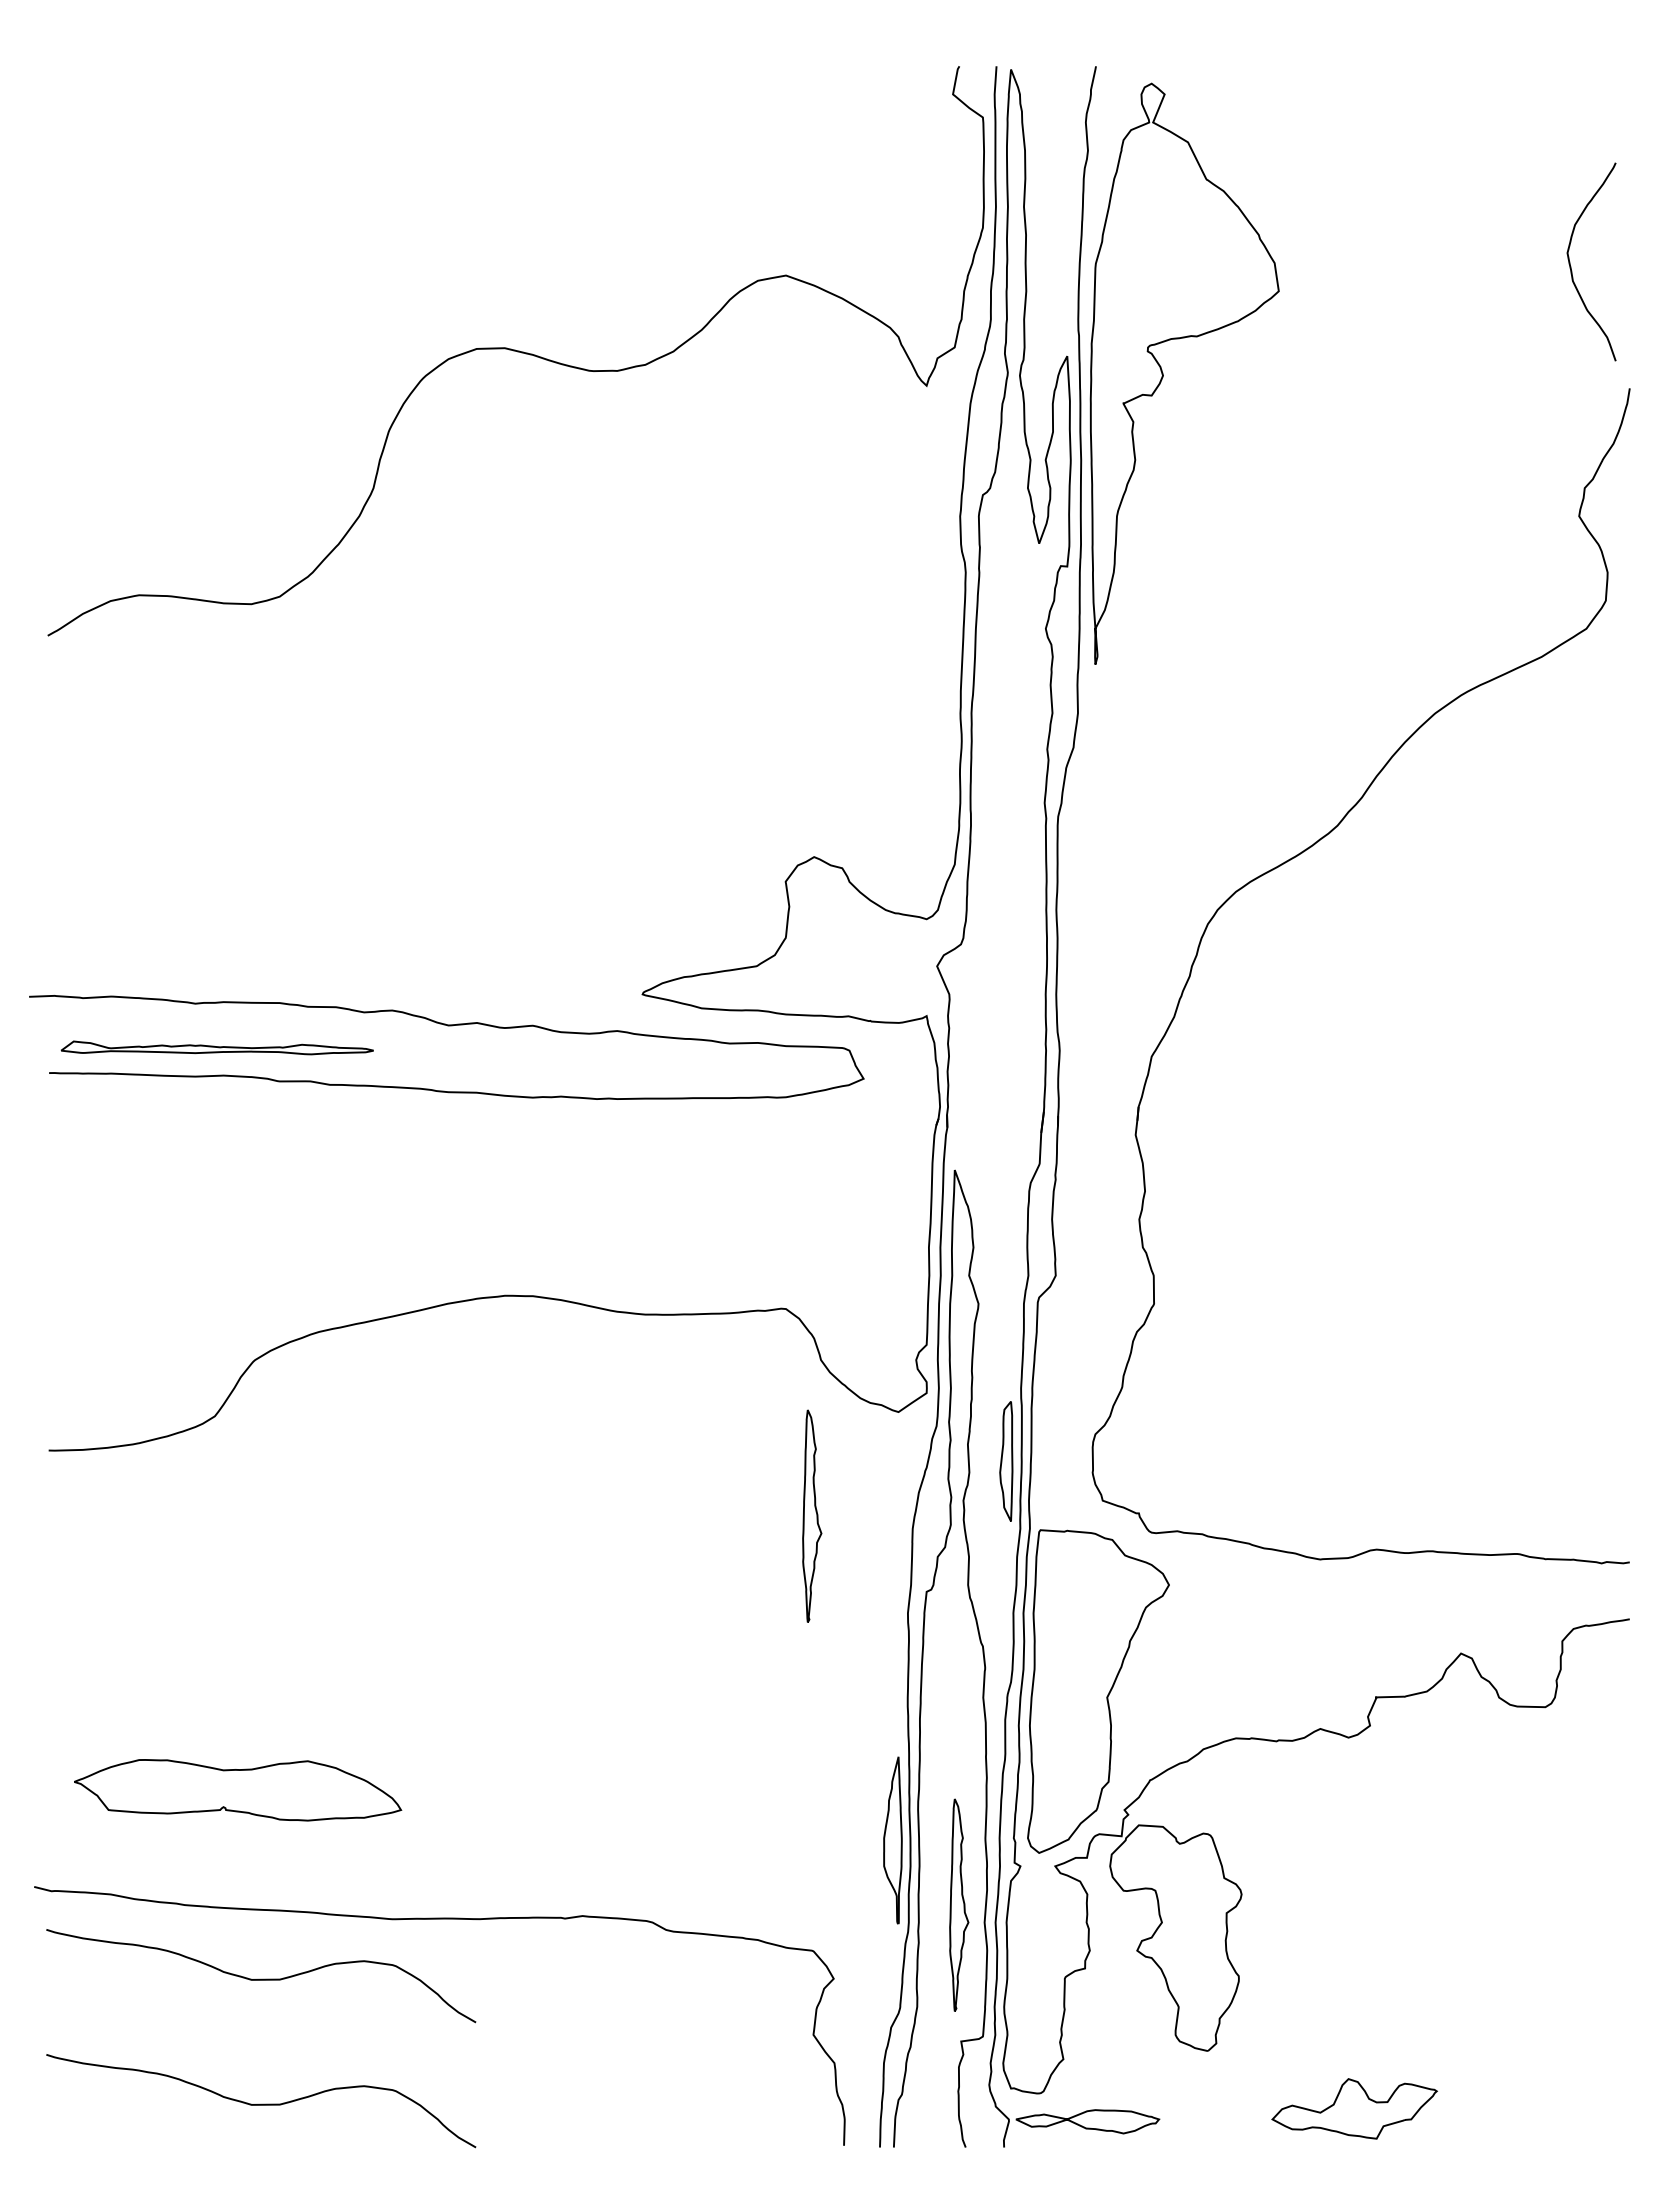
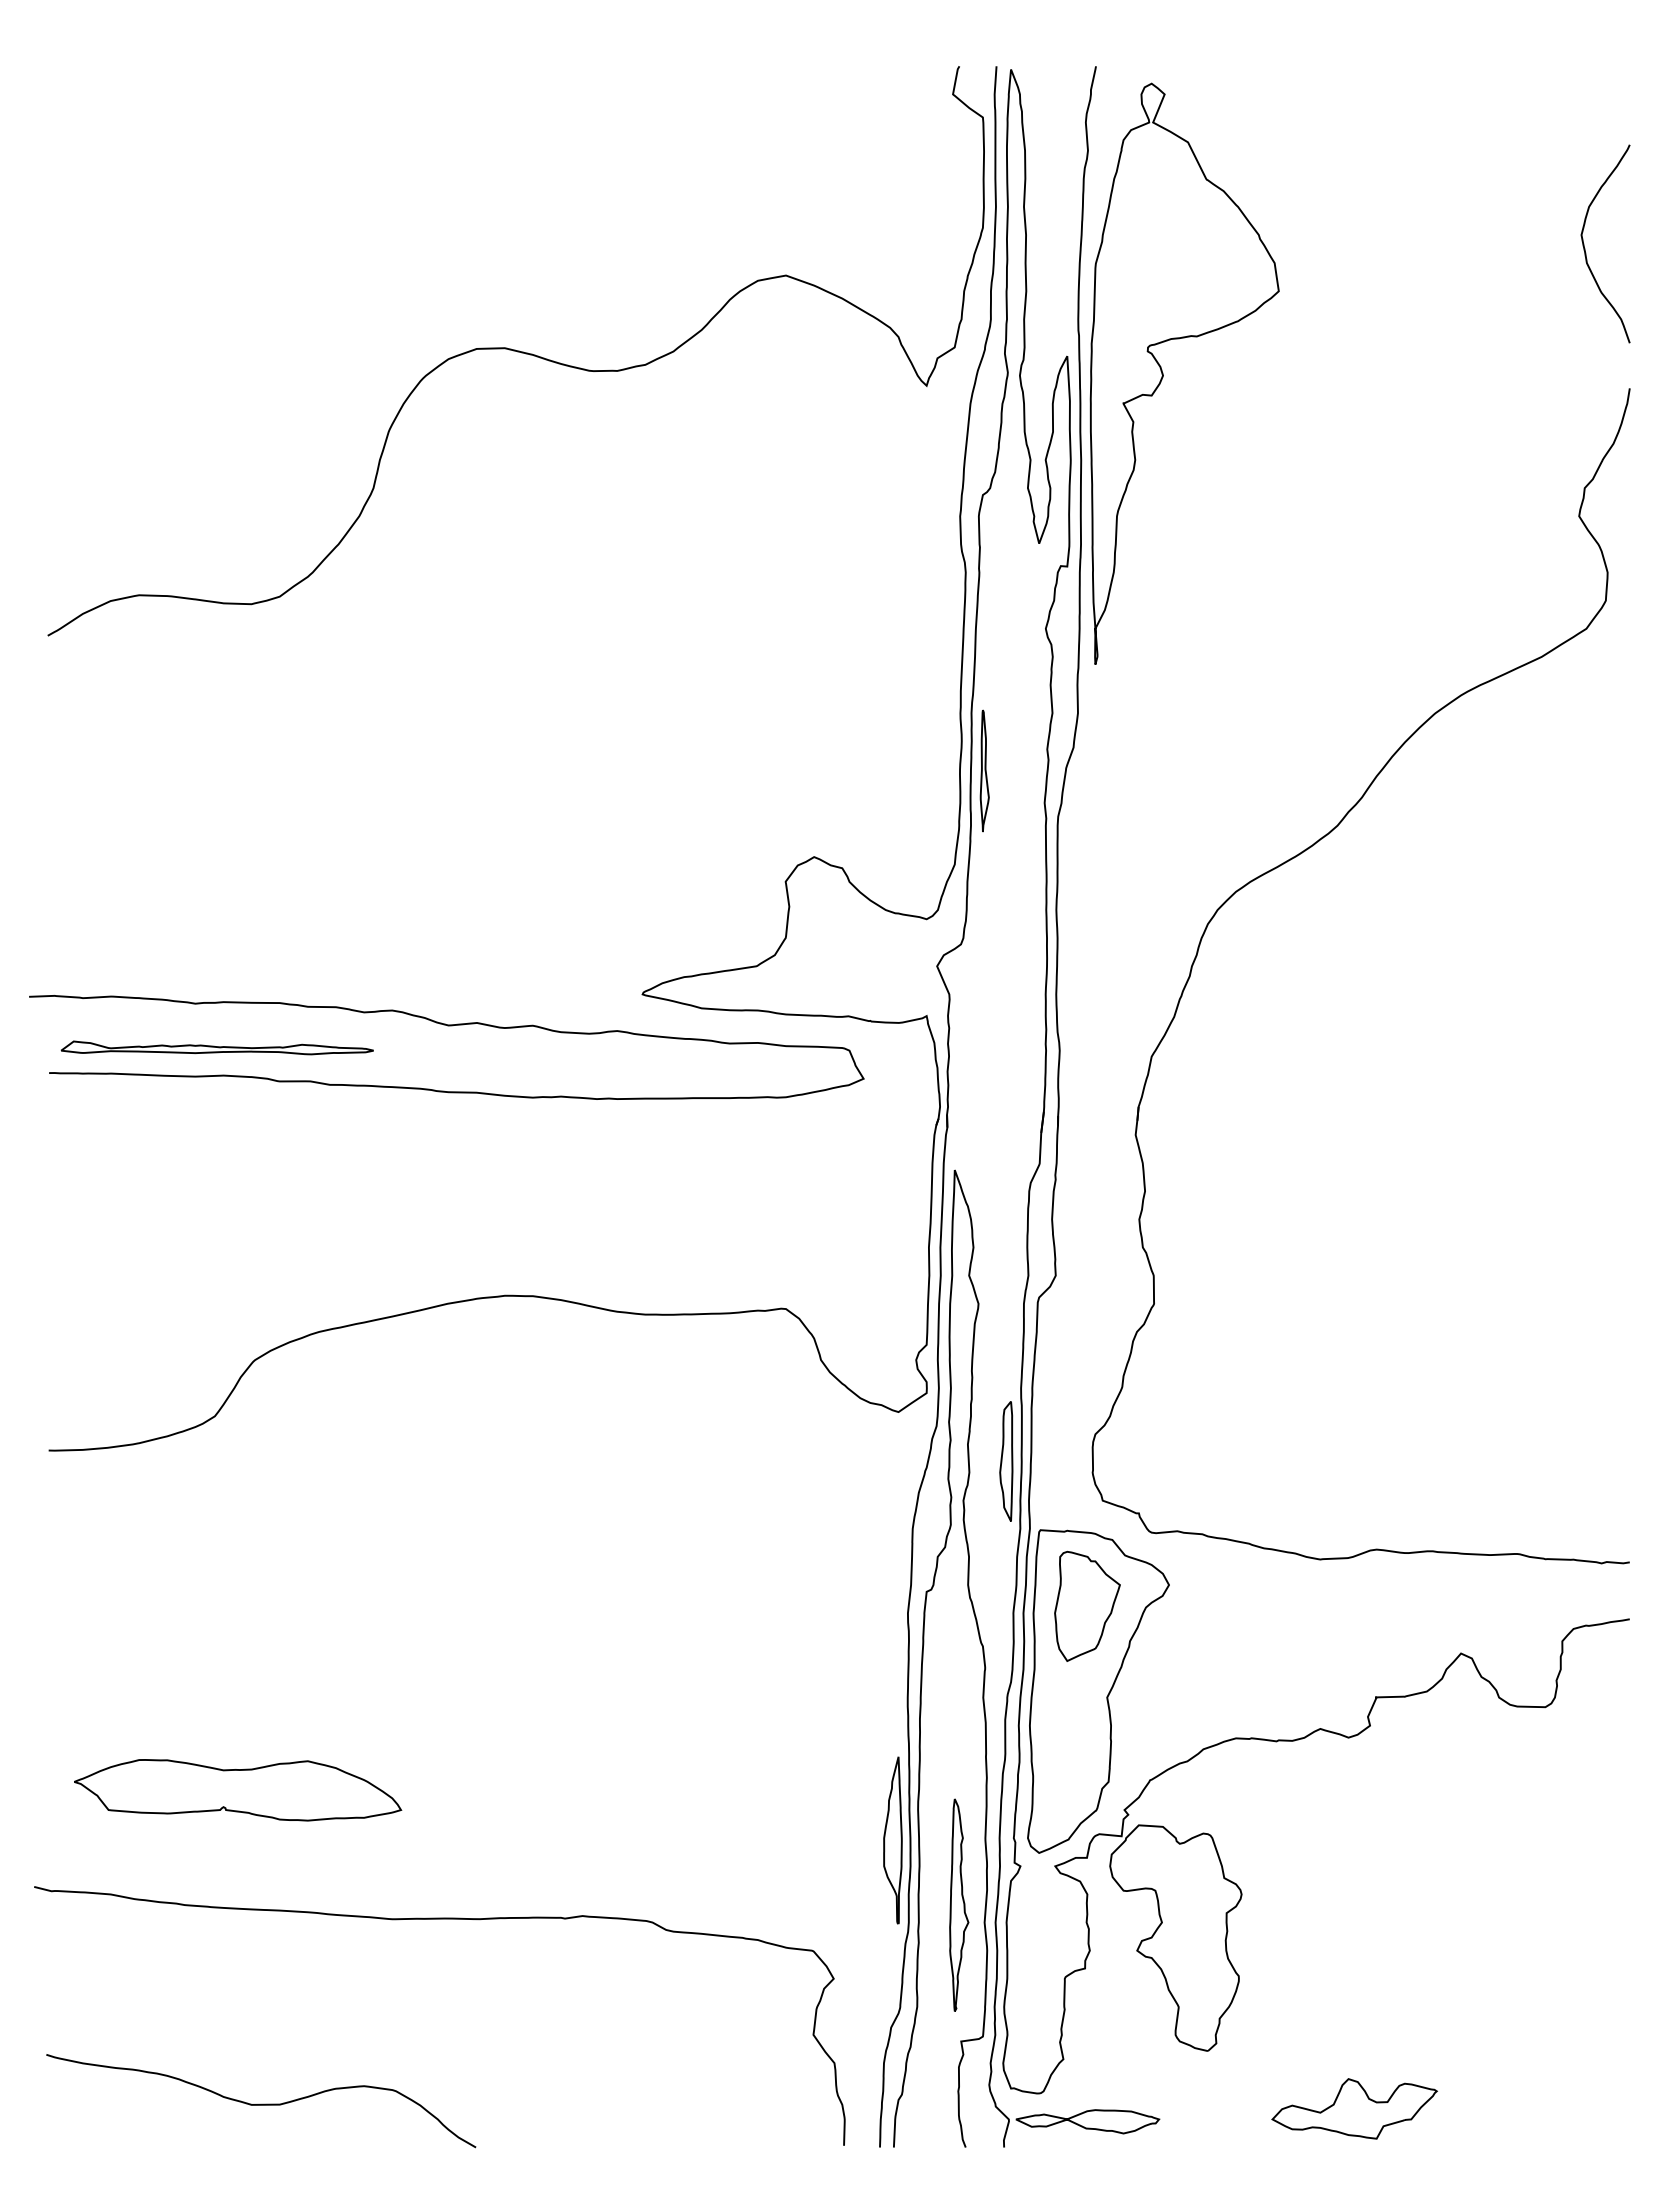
curve at (1571, 266) position: (1571, 266) -> (1585, 248)
part at (984, 770): none -> present
part at (812, 1515): present -> none
part at (1087, 1605): none -> present
curve at (261, 1978): present -> none
